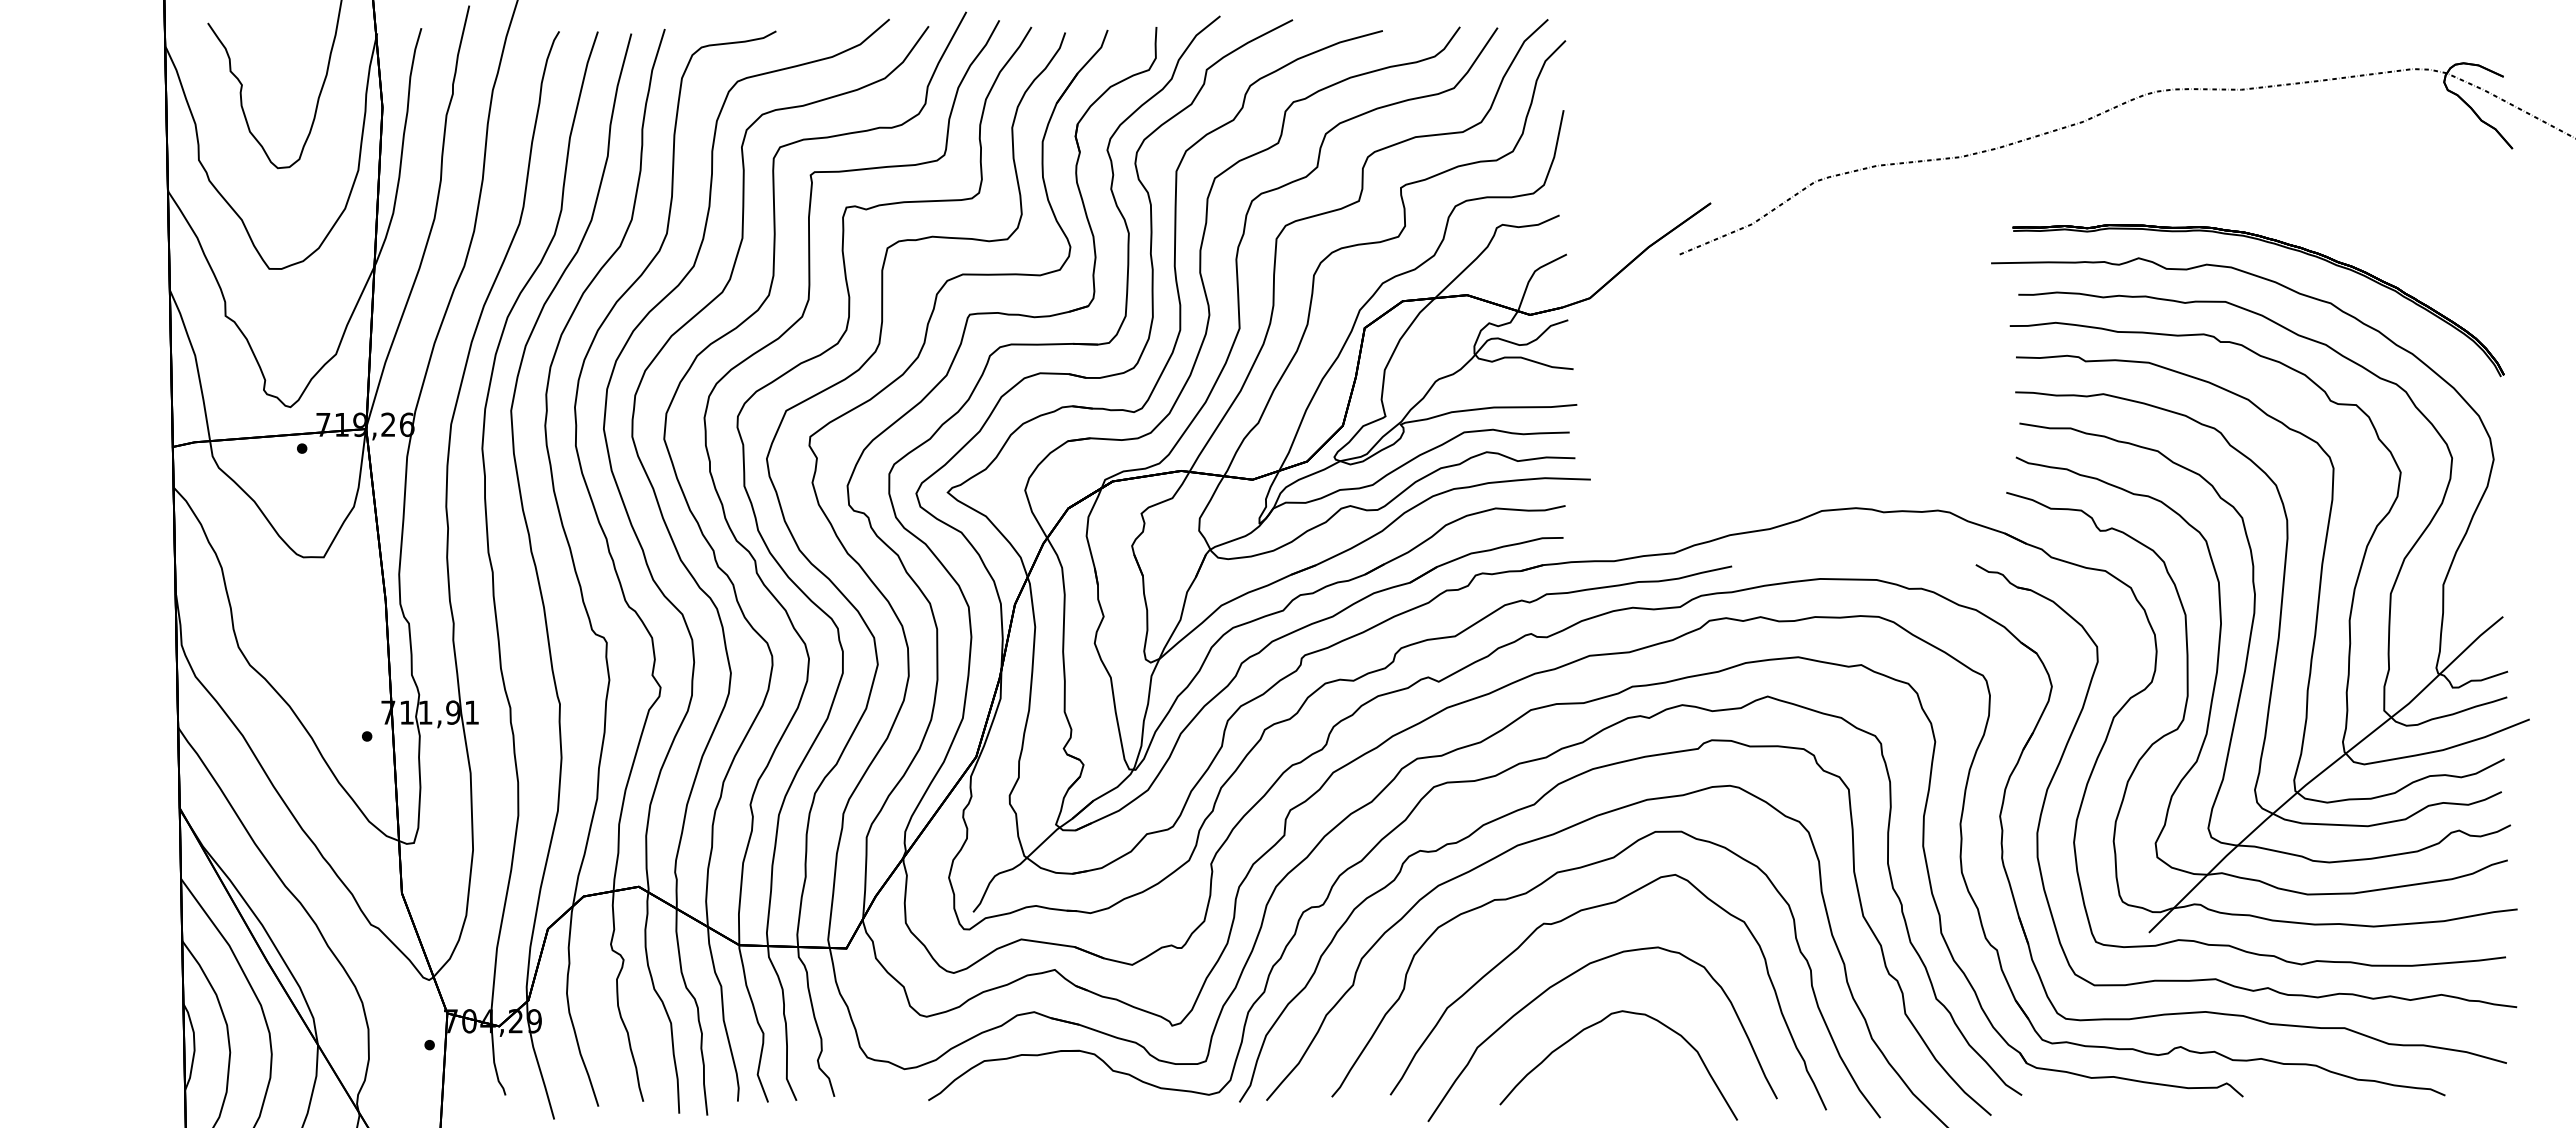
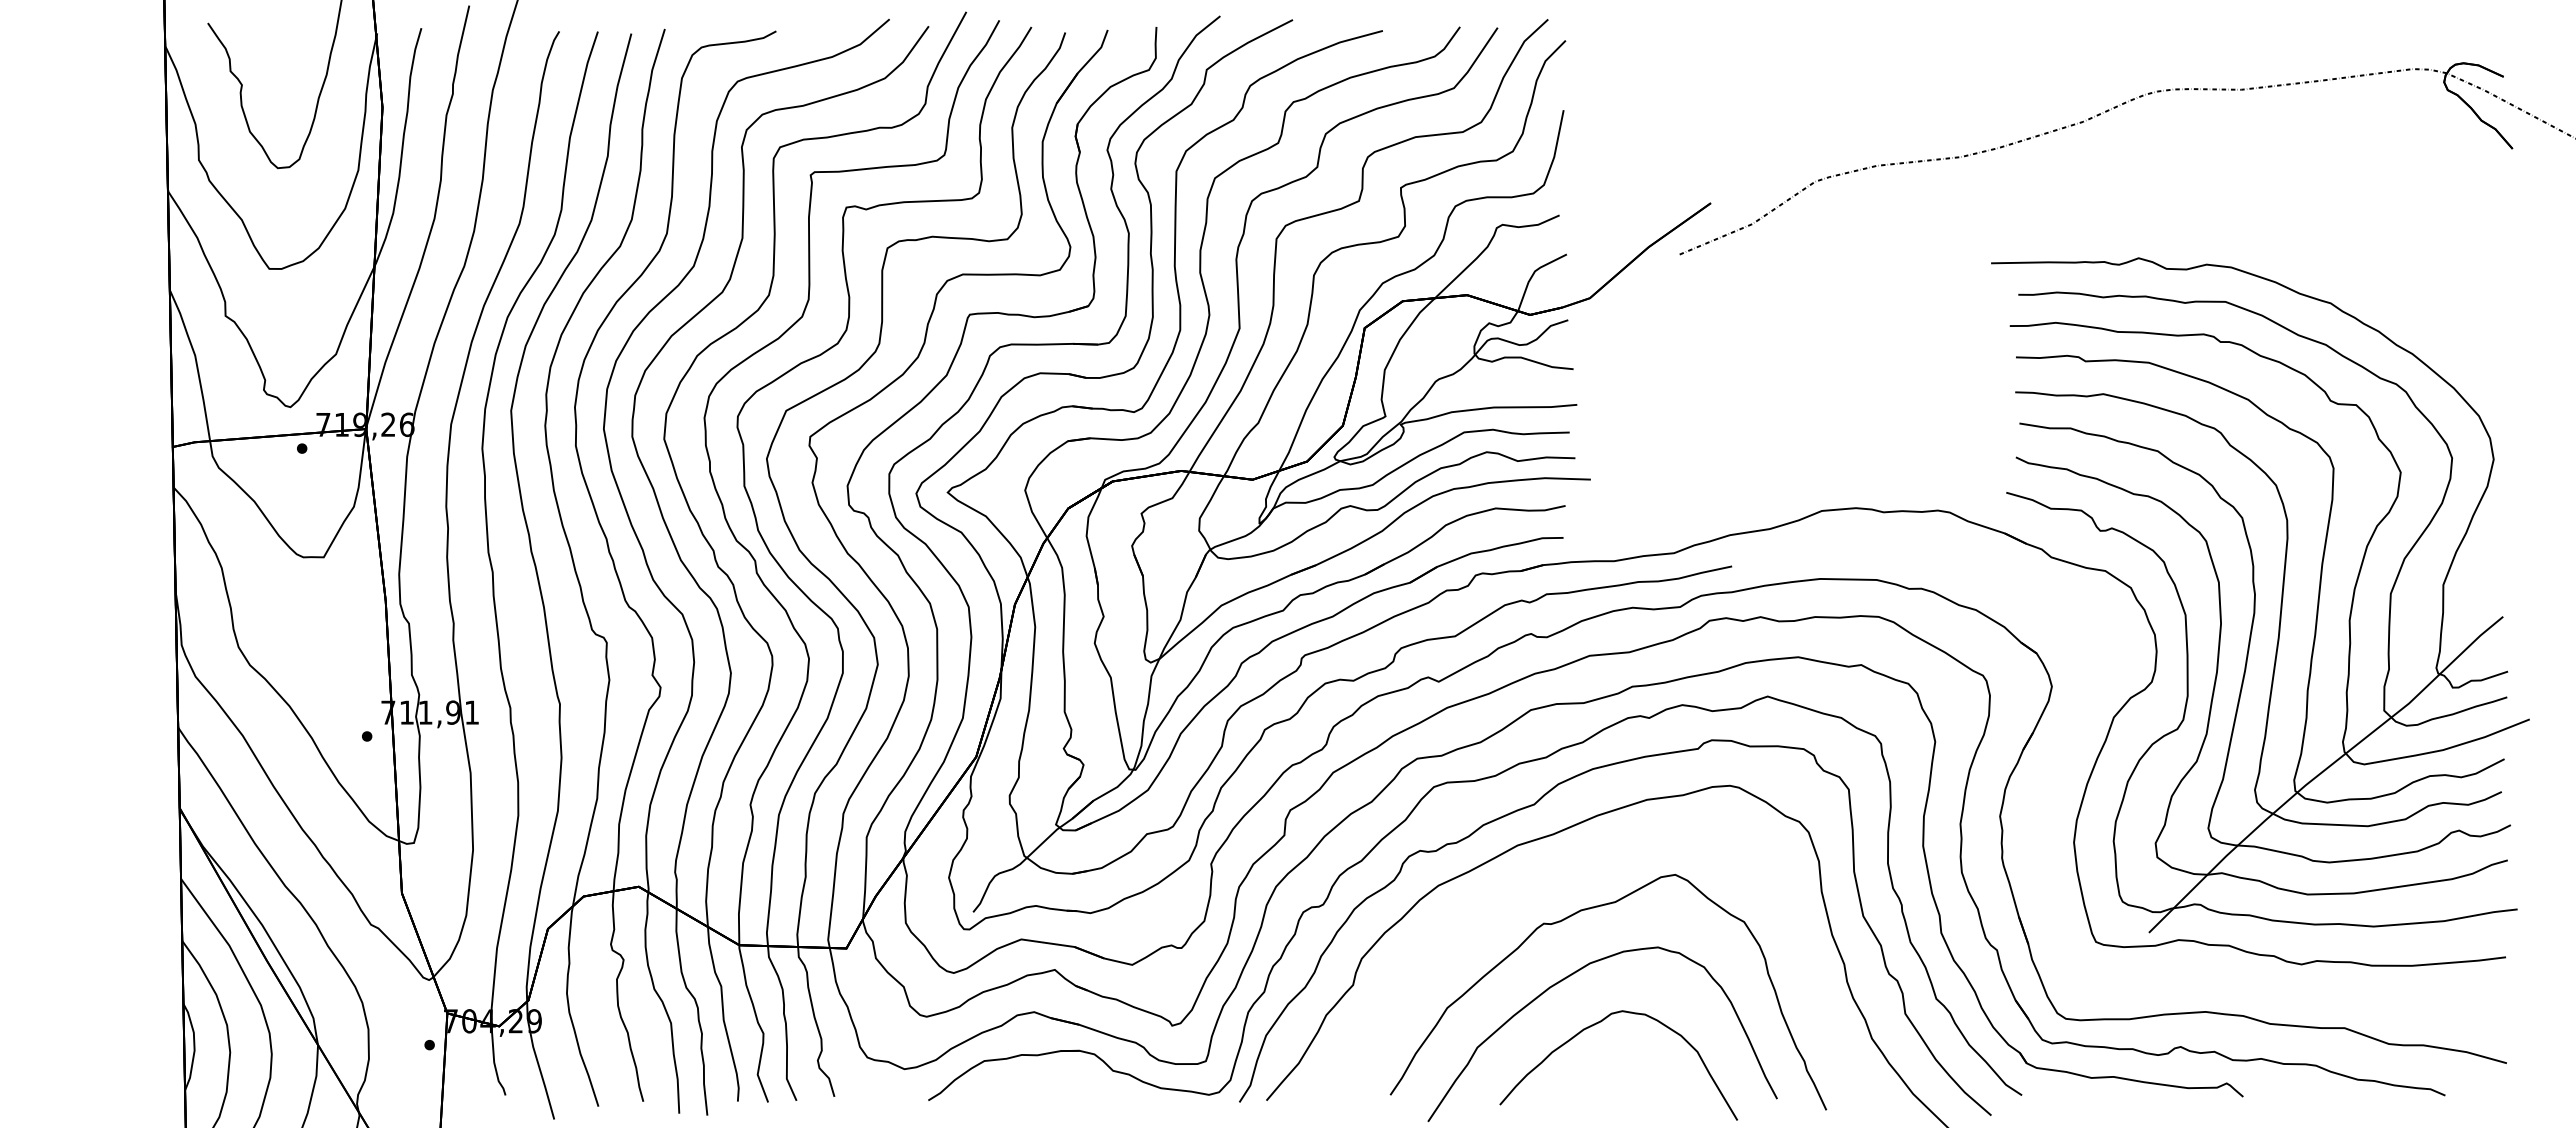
part at (2272, 244): present -> none
part at (2080, 716): present -> none
curve at (1577, 869): present -> none
